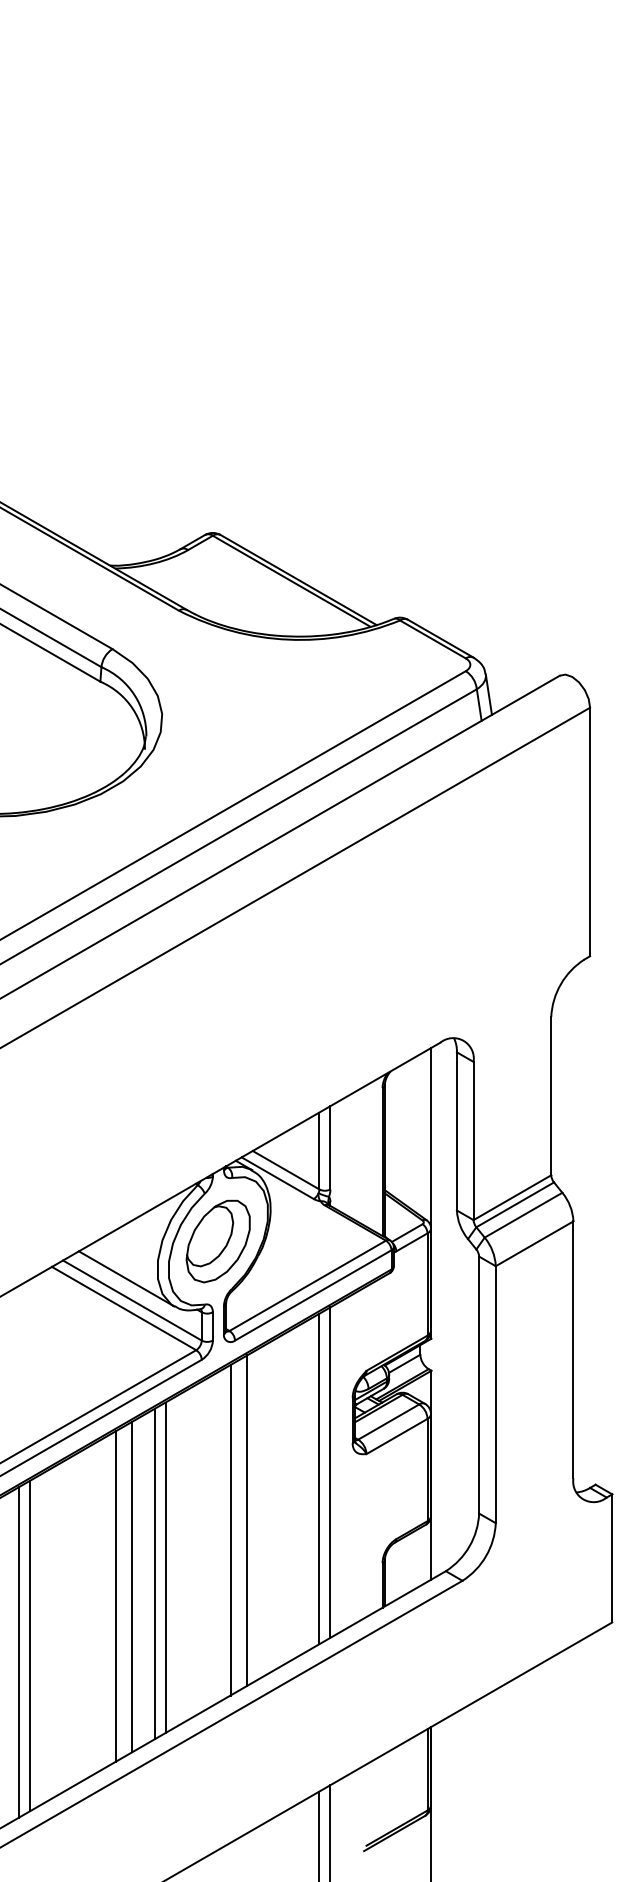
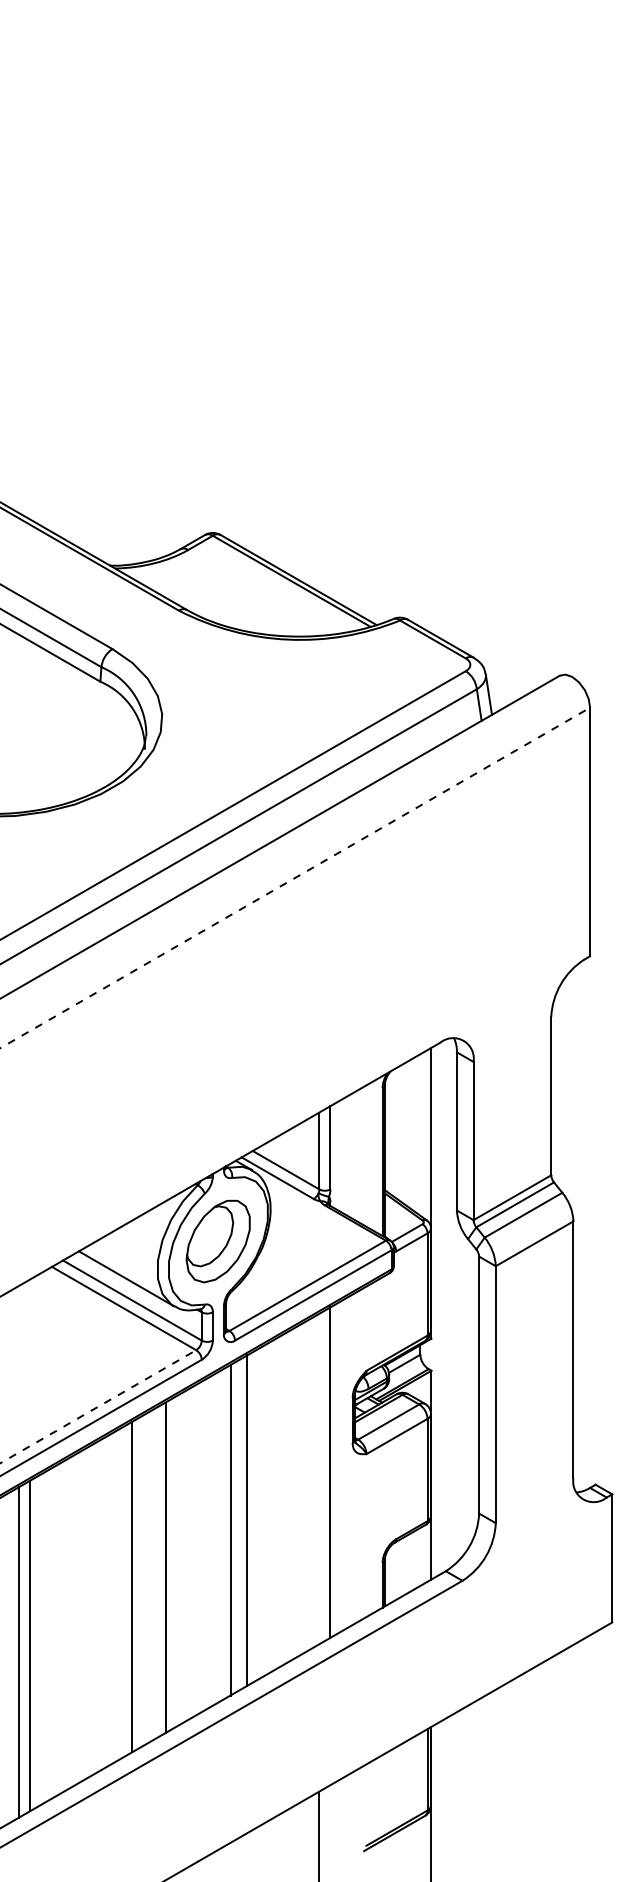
line at (295, 877): solid -> dashed
line at (98, 1406): solid -> dashed
line at (319, 1478): present -> none
line at (154, 1573): present -> none
line at (115, 1596): present -> none
line at (330, 1831): present -> none
